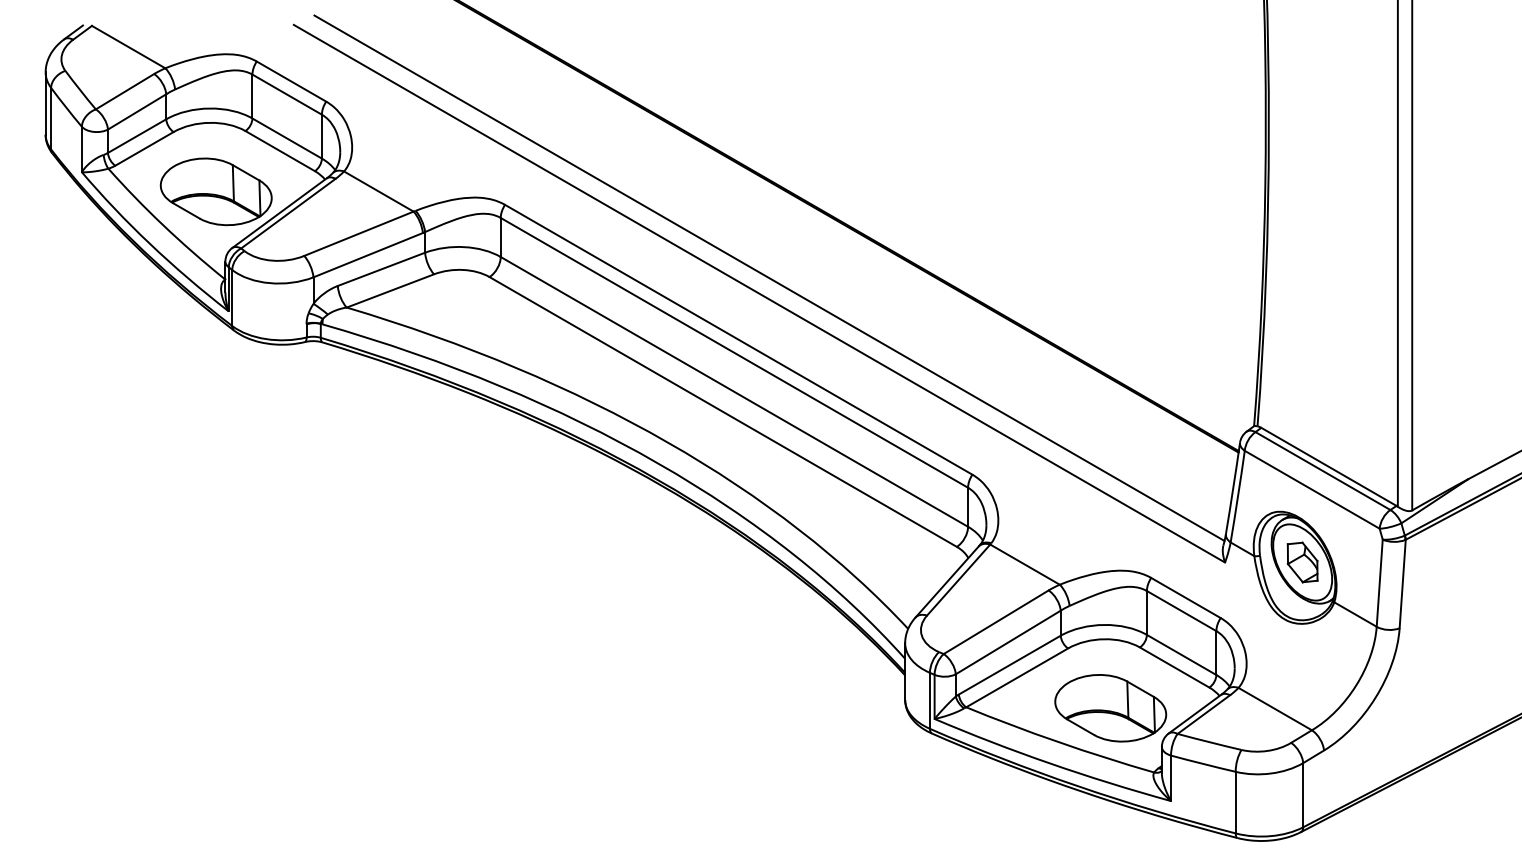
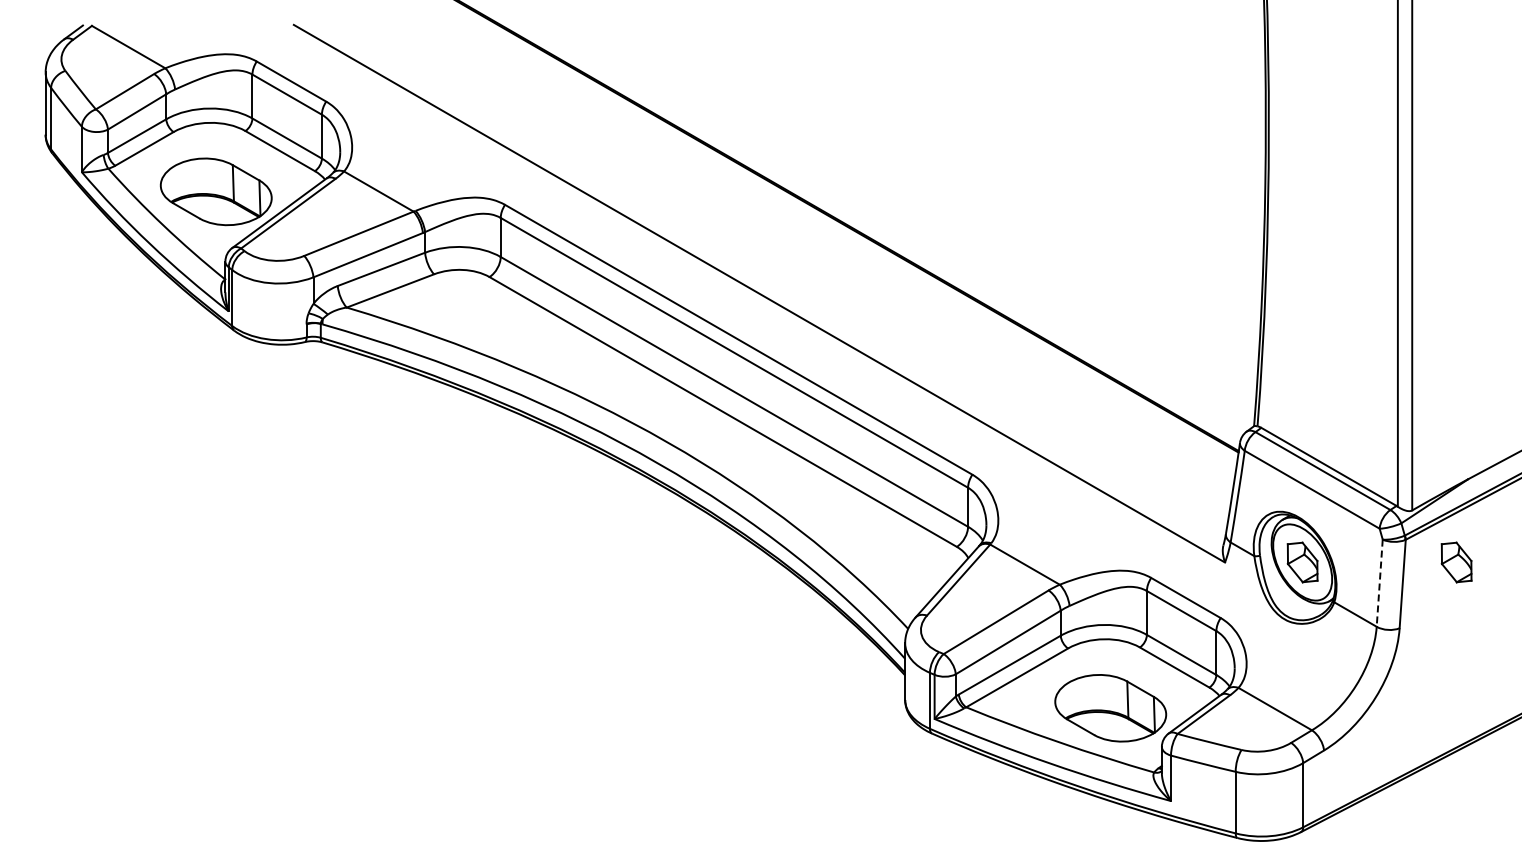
line at (769, 277): present -> none
part at (1456, 562): none -> present
line at (1379, 583): solid -> dashed
